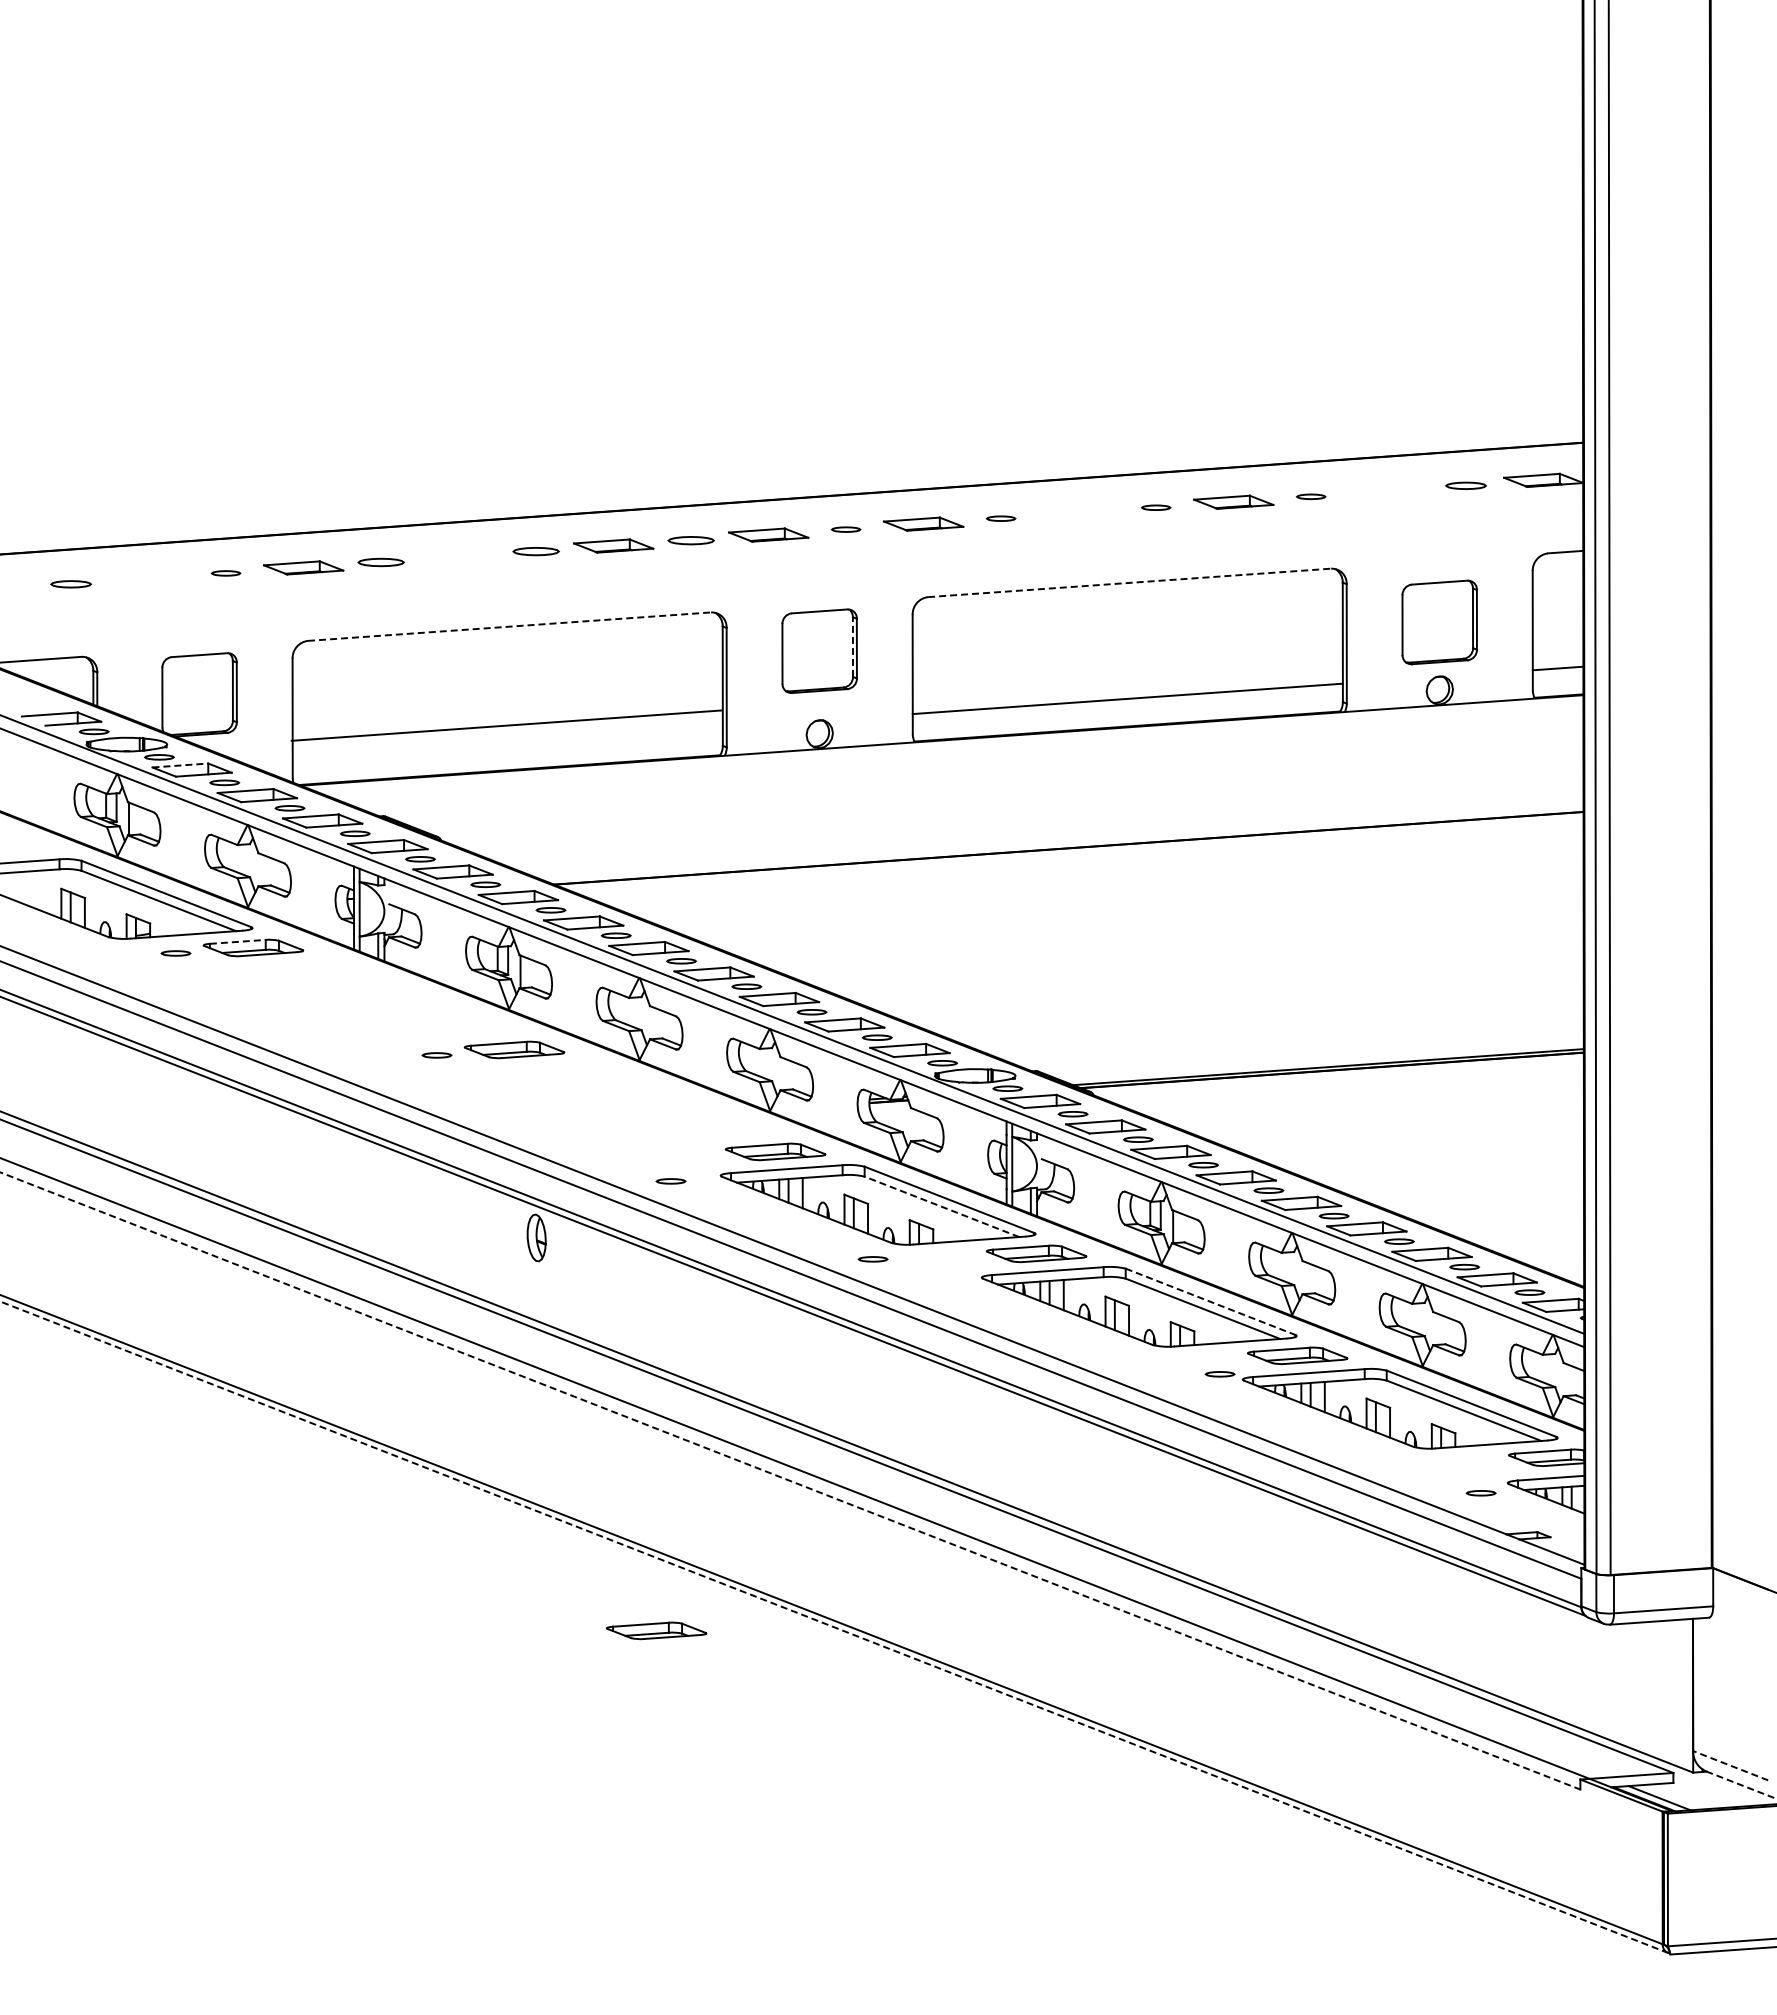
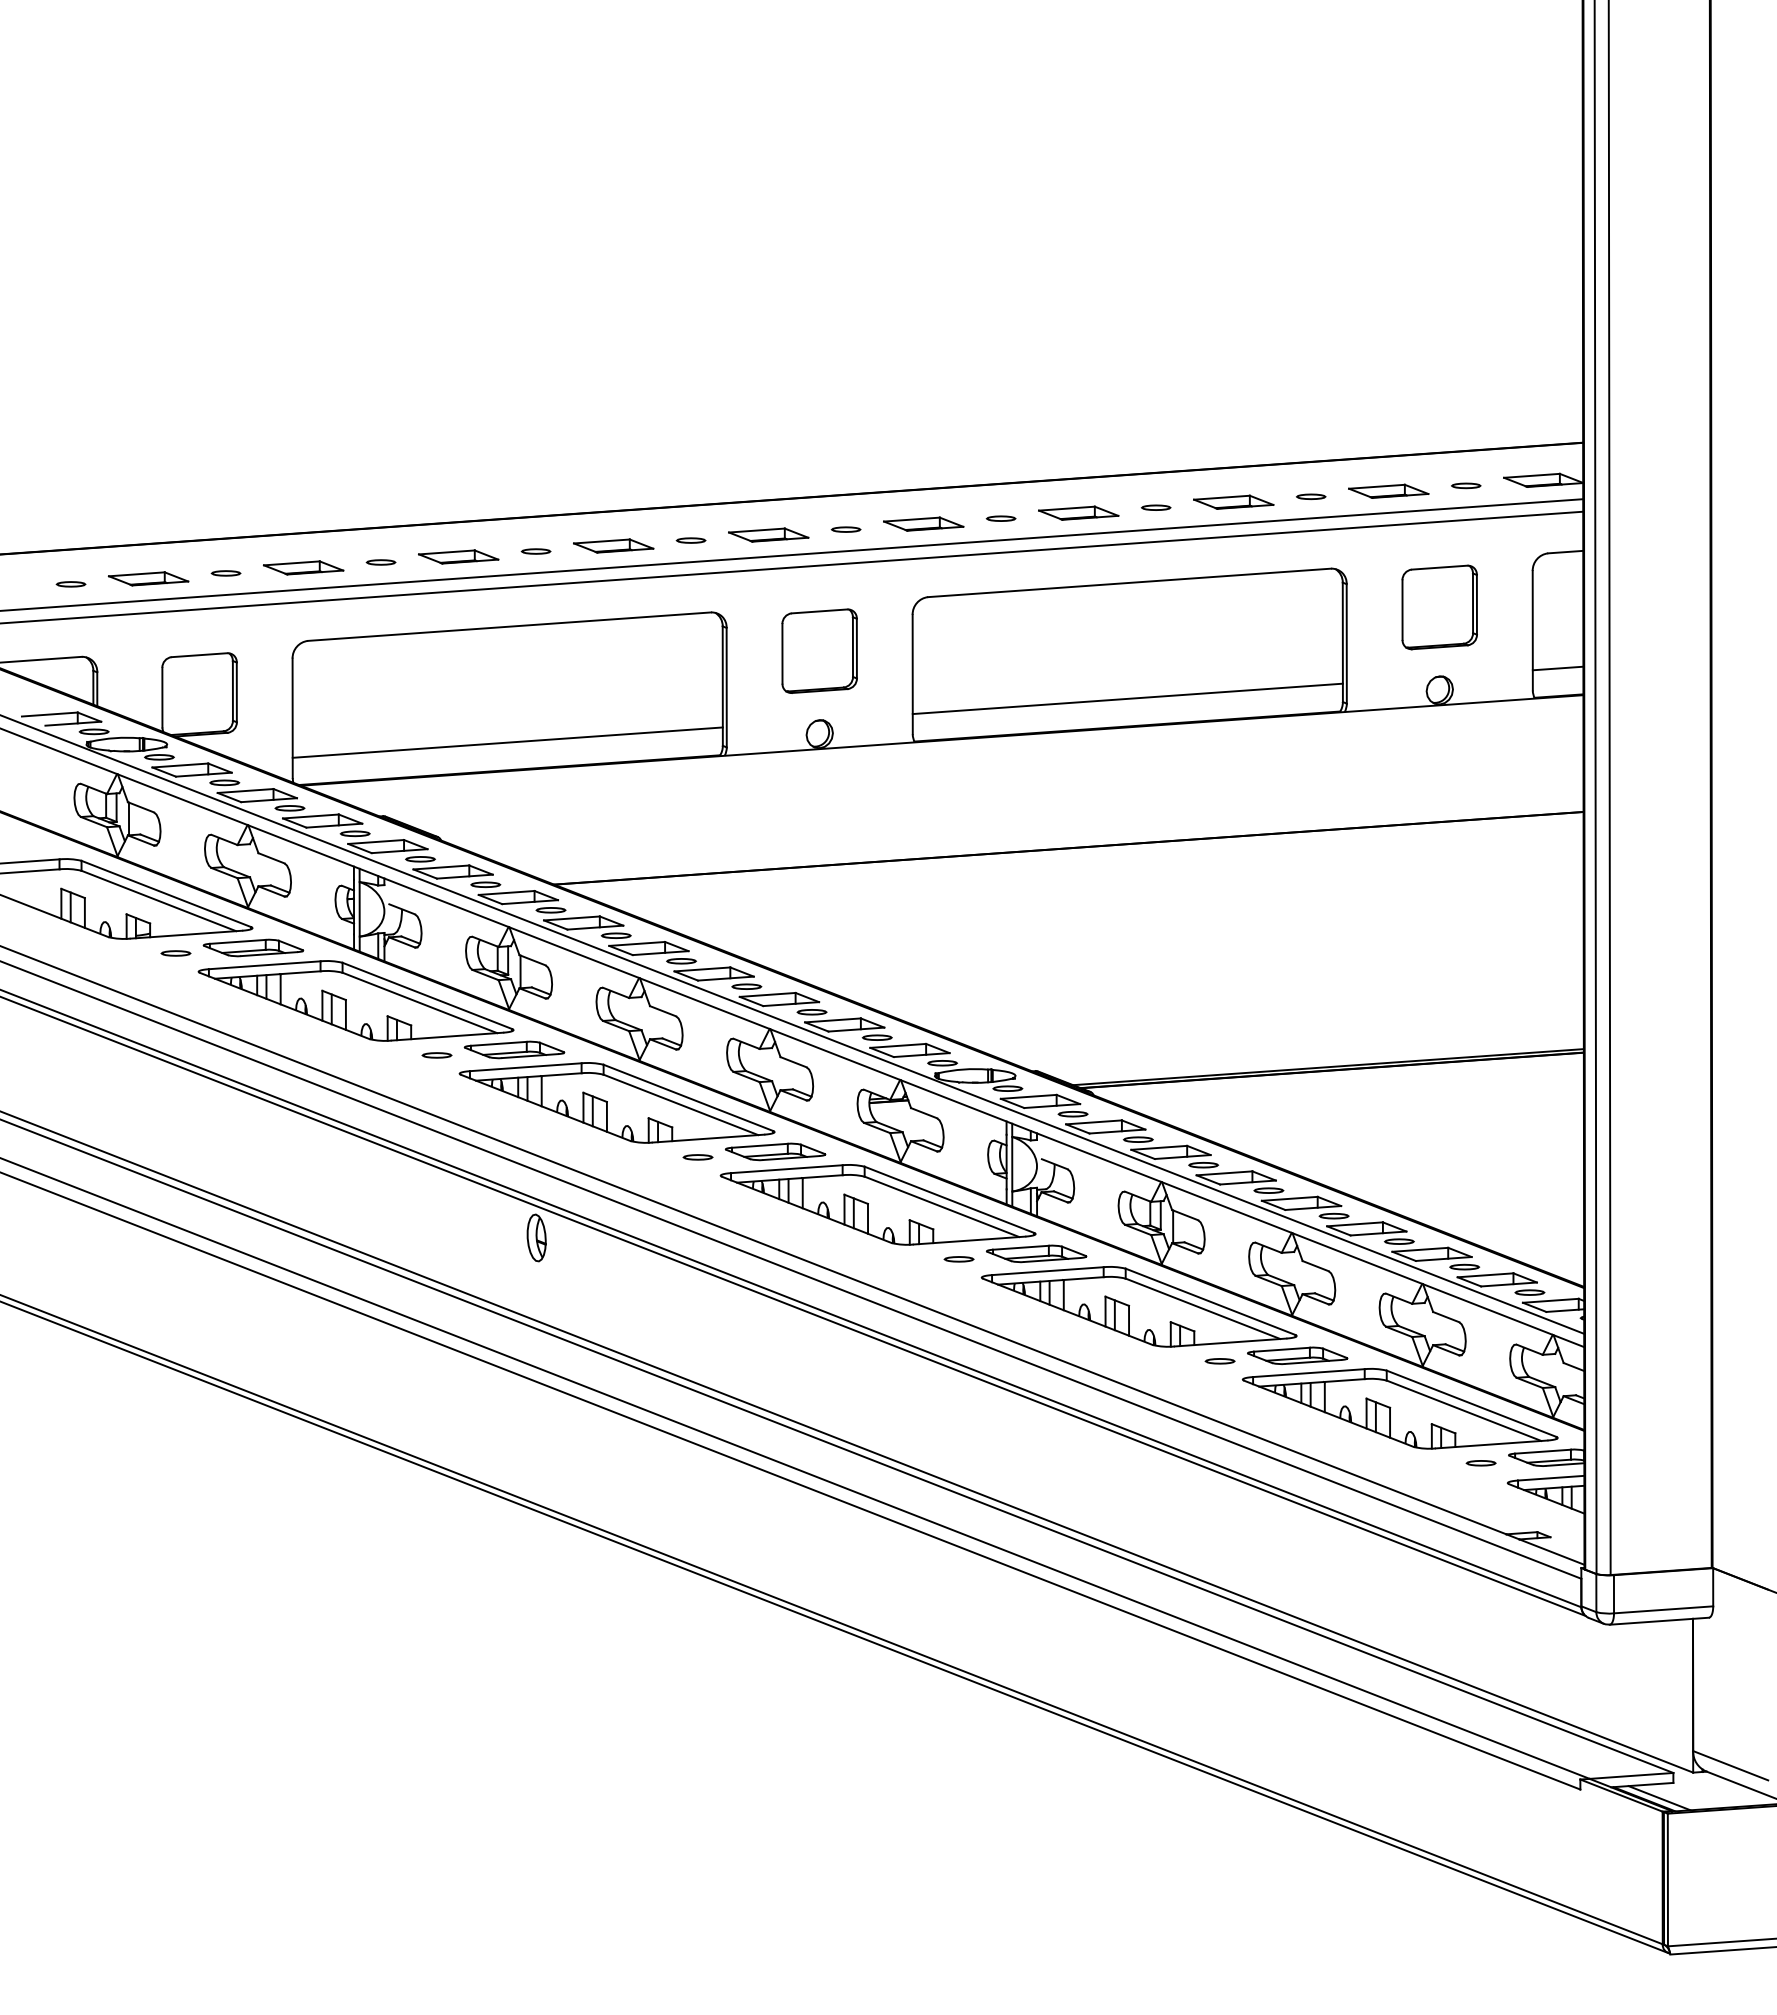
part at (1466, 485) size: 43x9 px -> 31x8 px
part at (1388, 490): none -> present
part at (1078, 512): none -> present
part at (690, 540) size: 48x10 px -> 32x7 px
part at (535, 551) size: 48x10 px -> 32x7 px
line at (792, 554): none -> present
part at (458, 556): none -> present
part at (380, 562) size: 48x11 px -> 32x7 px
line at (792, 567): none -> present
part at (148, 578): none -> present
line at (1130, 582): dashed -> solid
part at (71, 584) size: 43x9 px -> 32x7 px
part at (1439, 622) position: (1439, 622) -> (1439, 607)
line at (510, 626): dashed -> solid
line at (852, 647): dashed -> solid
line at (506, 725) position: (506, 725) -> (507, 742)
line at (180, 765): dashed -> solid
line at (237, 941): dashed -> solid
part at (355, 1000): none -> present
part at (616, 1102): none -> present
part at (670, 1181) position: (670, 1181) -> (697, 1157)
line at (941, 1206): dashed -> solid
part at (872, 1259) position: (872, 1259) -> (958, 1259)
line at (1210, 1301): dashed -> solid
part at (1219, 1374) position: (1219, 1374) -> (1219, 1361)
line at (790, 1481): dashed -> solid
part at (1480, 1493) position: (1480, 1493) -> (1480, 1463)
line at (834, 1627): dashed -> solid
part at (656, 1630): present -> none
line at (1730, 1765): dashed -> solid
line at (1741, 1785): dashed -> solid
